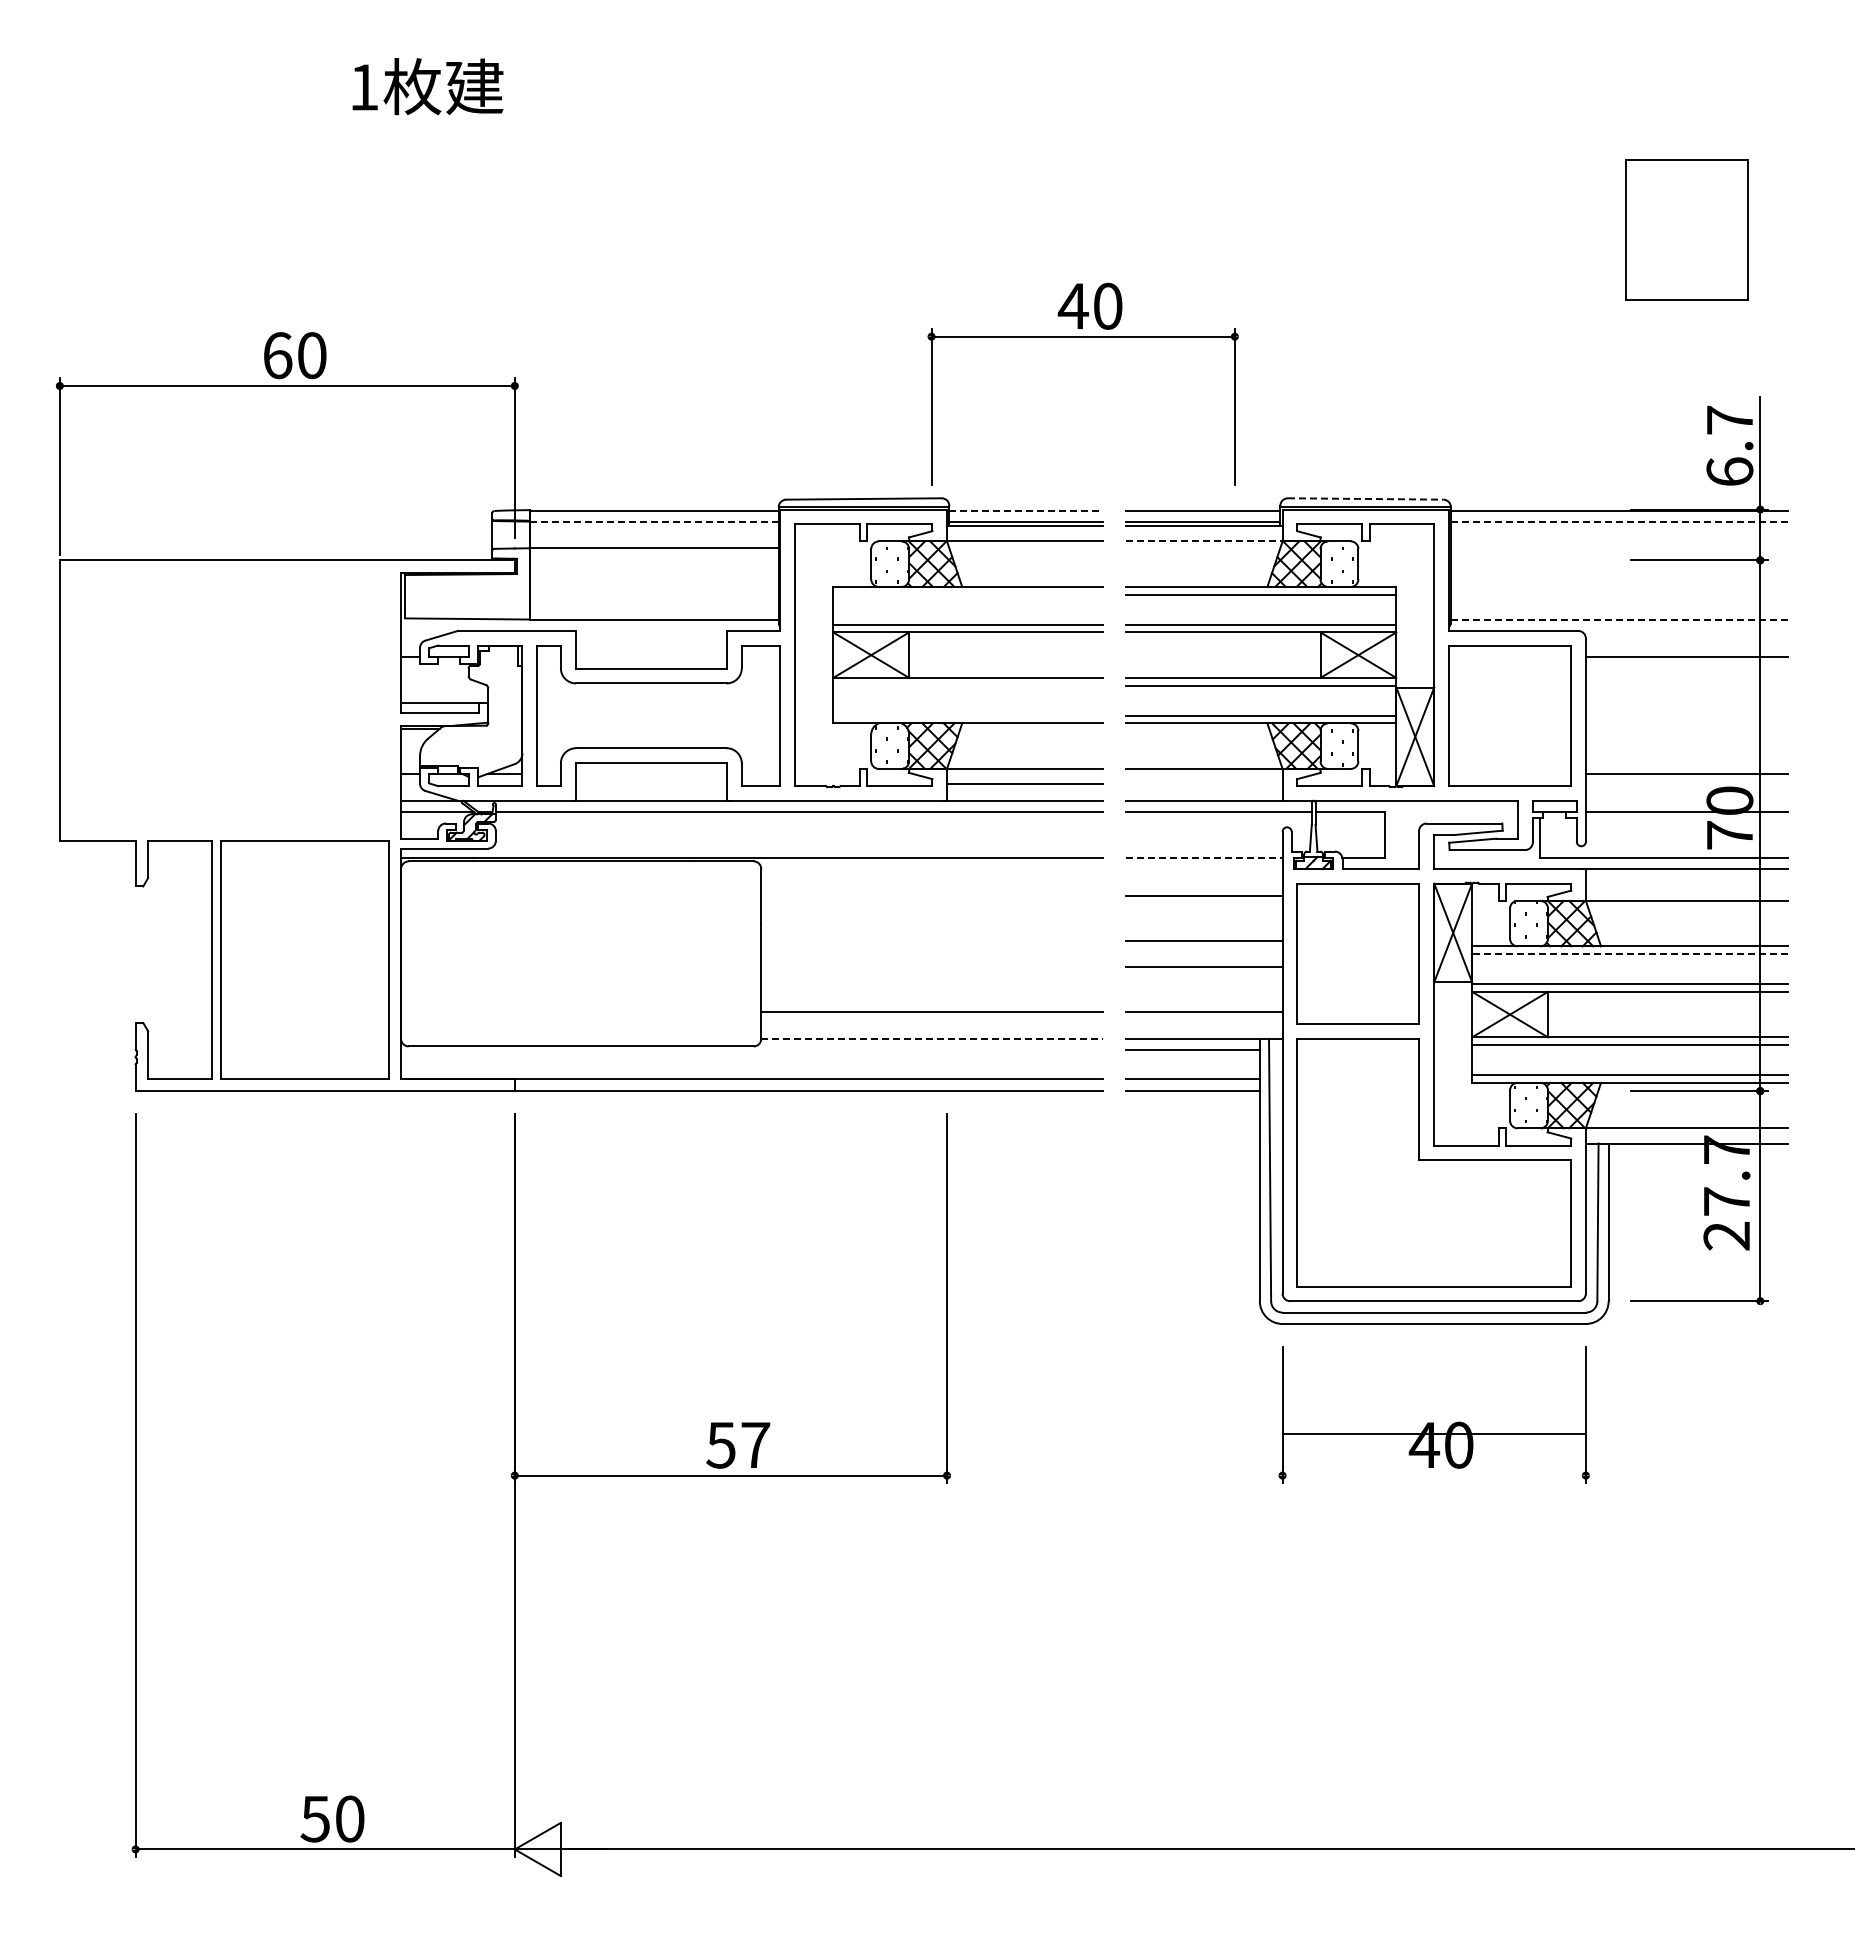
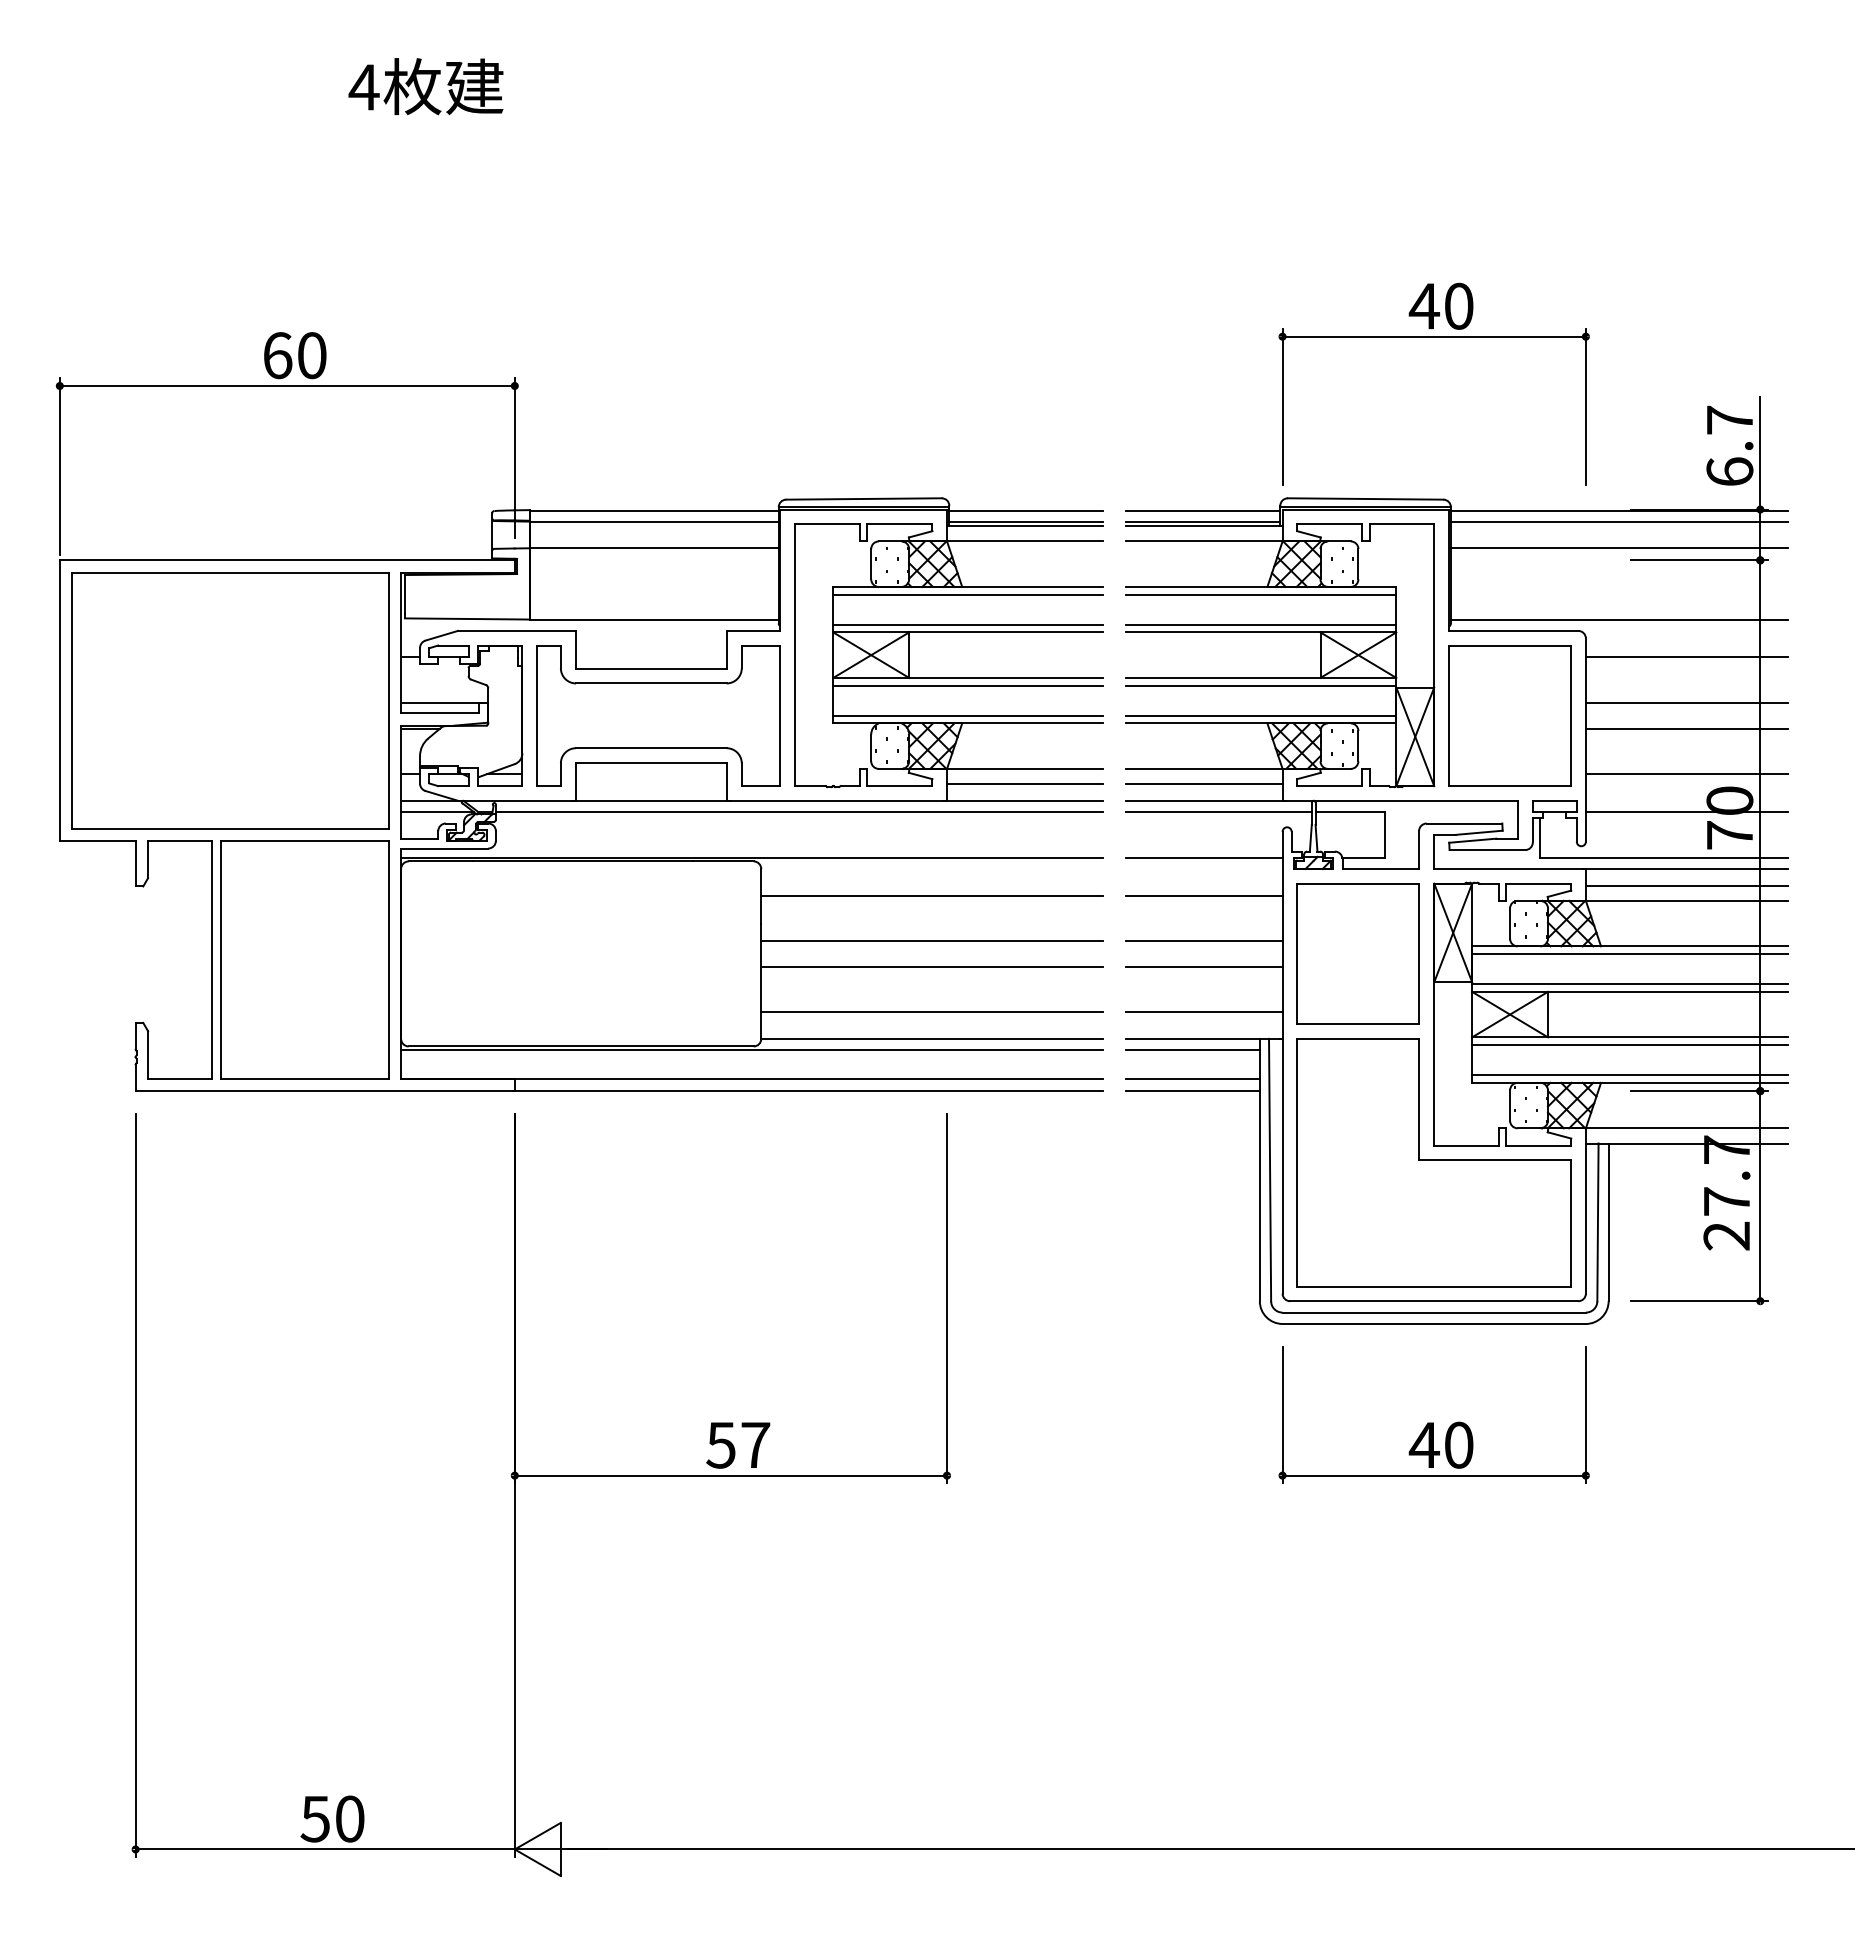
text at (363, 87): 1 -> 4
part at (1686, 229): present -> none
part at (1082, 337) position: (1082, 337) -> (1433, 337)
line at (1365, 498): dashed -> solid
line at (1026, 511): dashed -> solid
line at (654, 521): dashed -> solid
line at (1618, 521): dashed -> solid
line at (1211, 541): dashed -> solid
line at (1618, 548): none -> present
line at (968, 594): none -> present
line at (1618, 619): dashed -> solid
line at (968, 685): none -> present
part at (230, 700): none -> present
line at (1686, 702): none -> present
line at (968, 715): none -> present
line at (1686, 729): none -> present
line at (1204, 784): none -> present
line at (1204, 857): dashed -> solid
line at (1686, 885): none -> present
line at (932, 895): none -> present
line at (932, 940): none -> present
line at (1629, 953): dashed -> solid
line at (932, 967): none -> present
line at (932, 1038): dashed -> solid
line at (752, 1050): none -> present
line at (1433, 1433) position: (1433, 1433) -> (1433, 1475)
